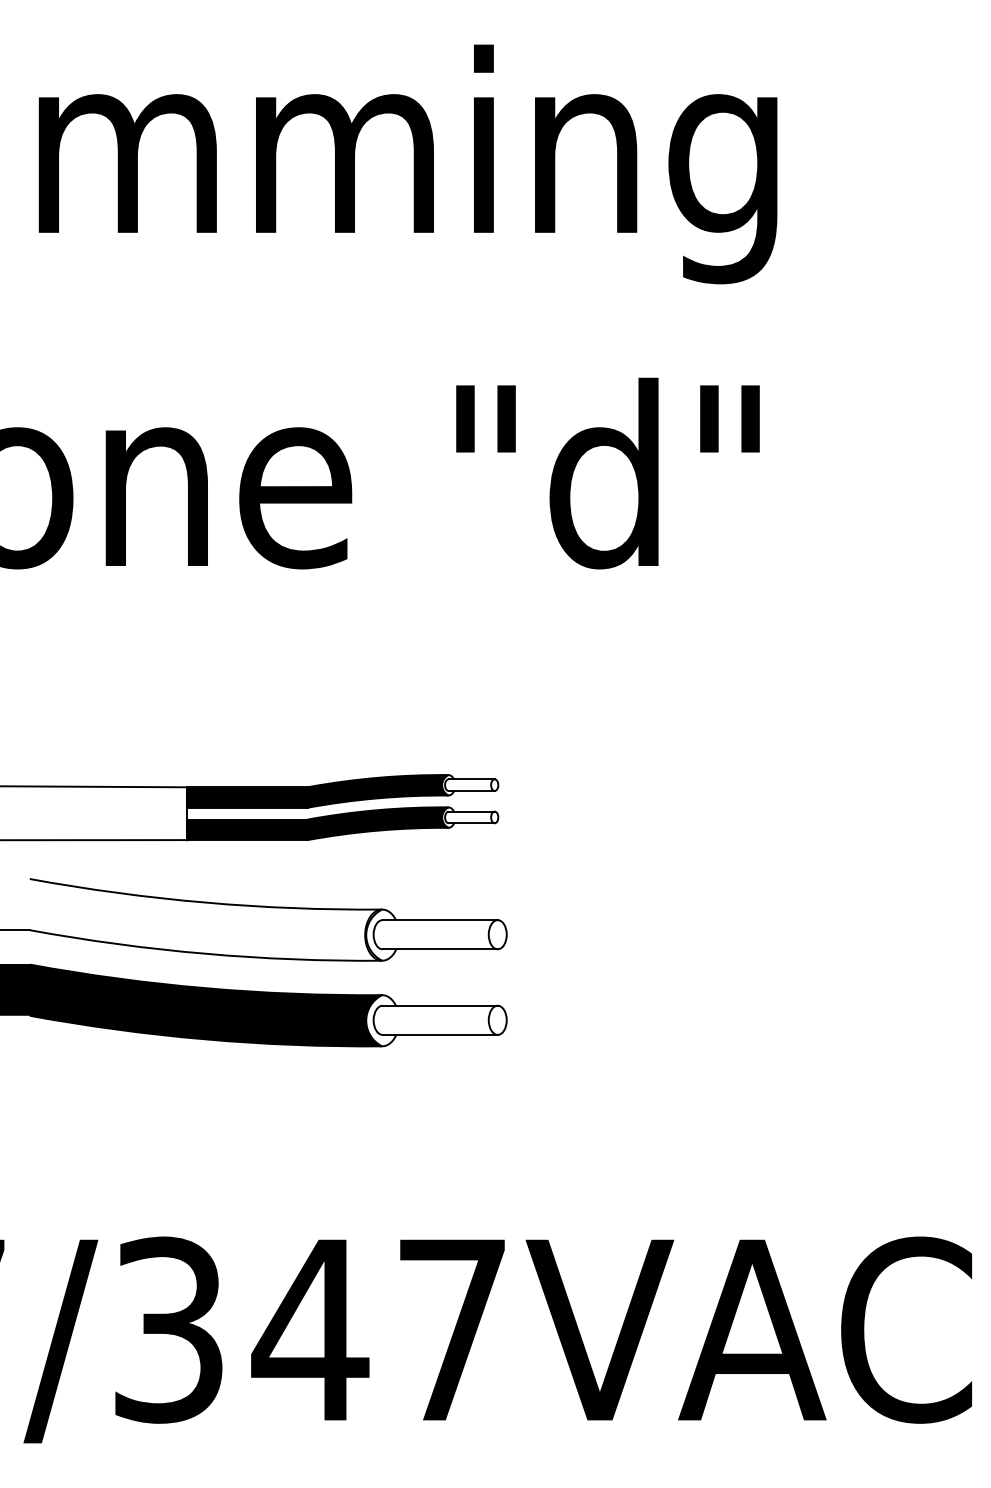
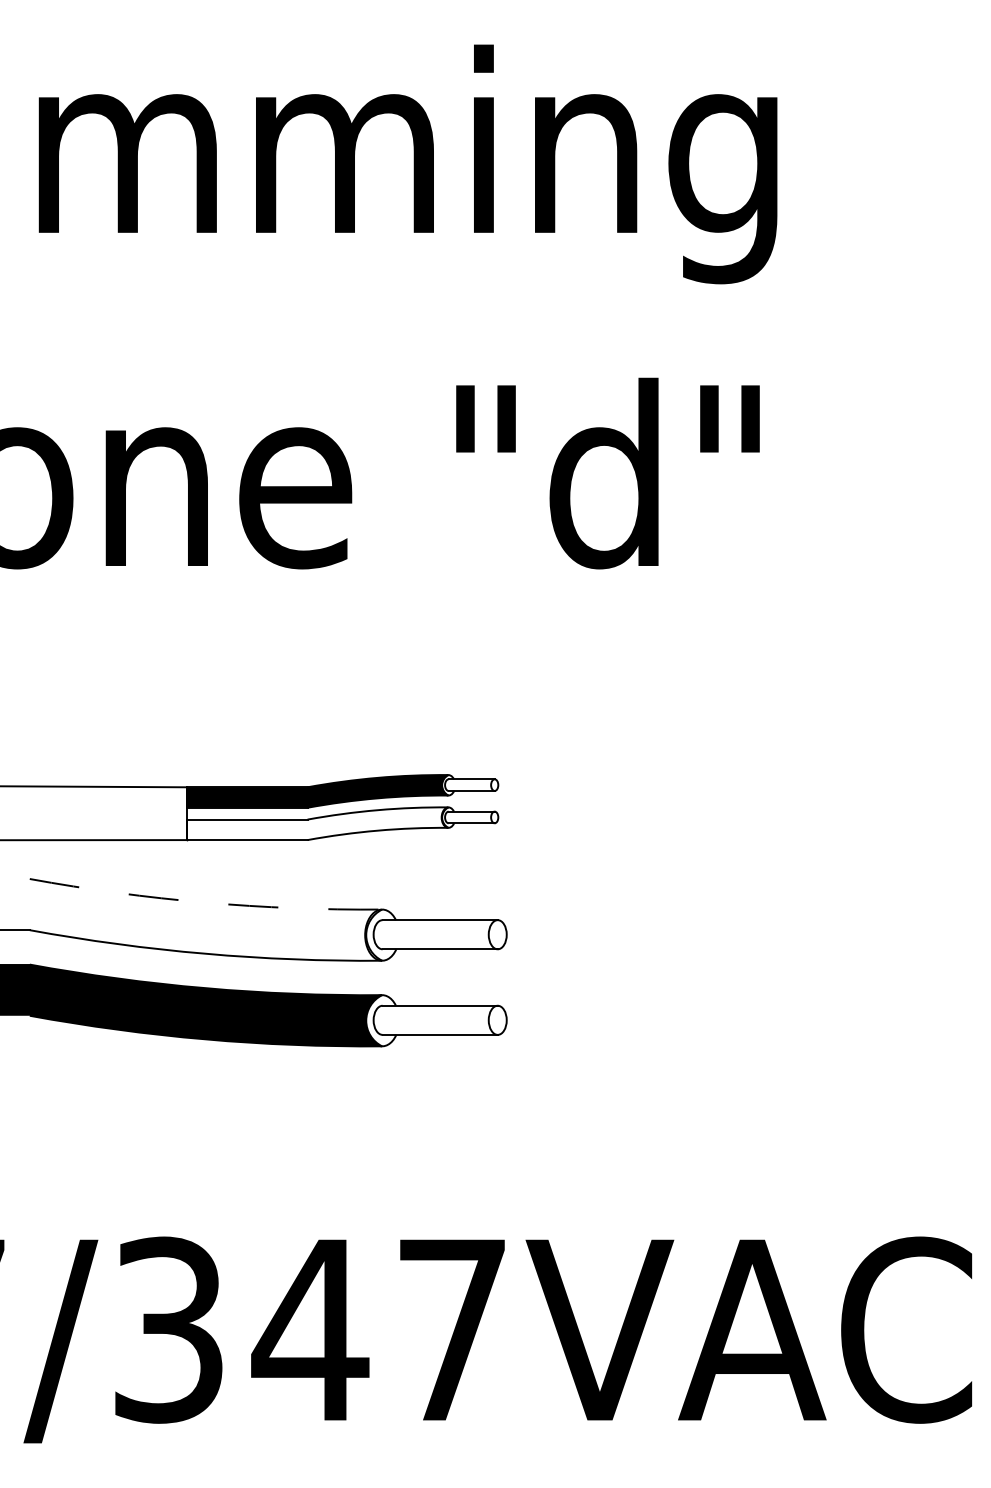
fill at (317, 823): present -> none
arc at (205, 902): solid -> dashed
